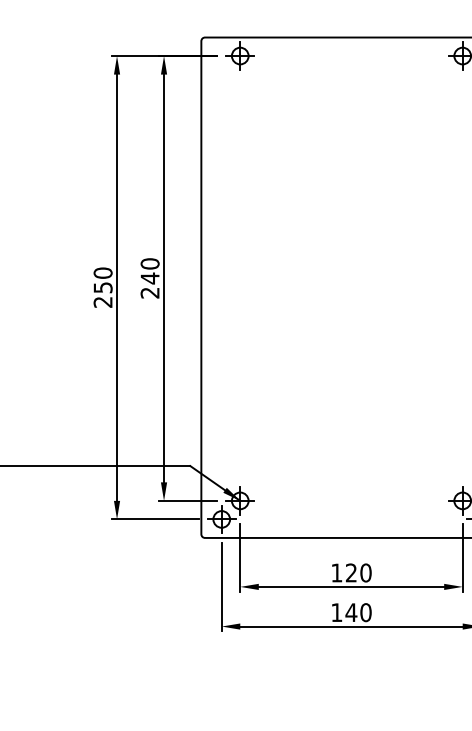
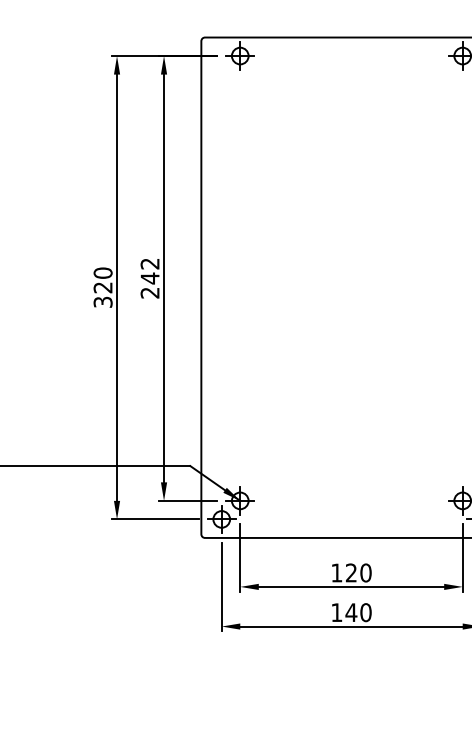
text at (149, 263): 240 -> 242
text at (102, 294): 250 -> 320
